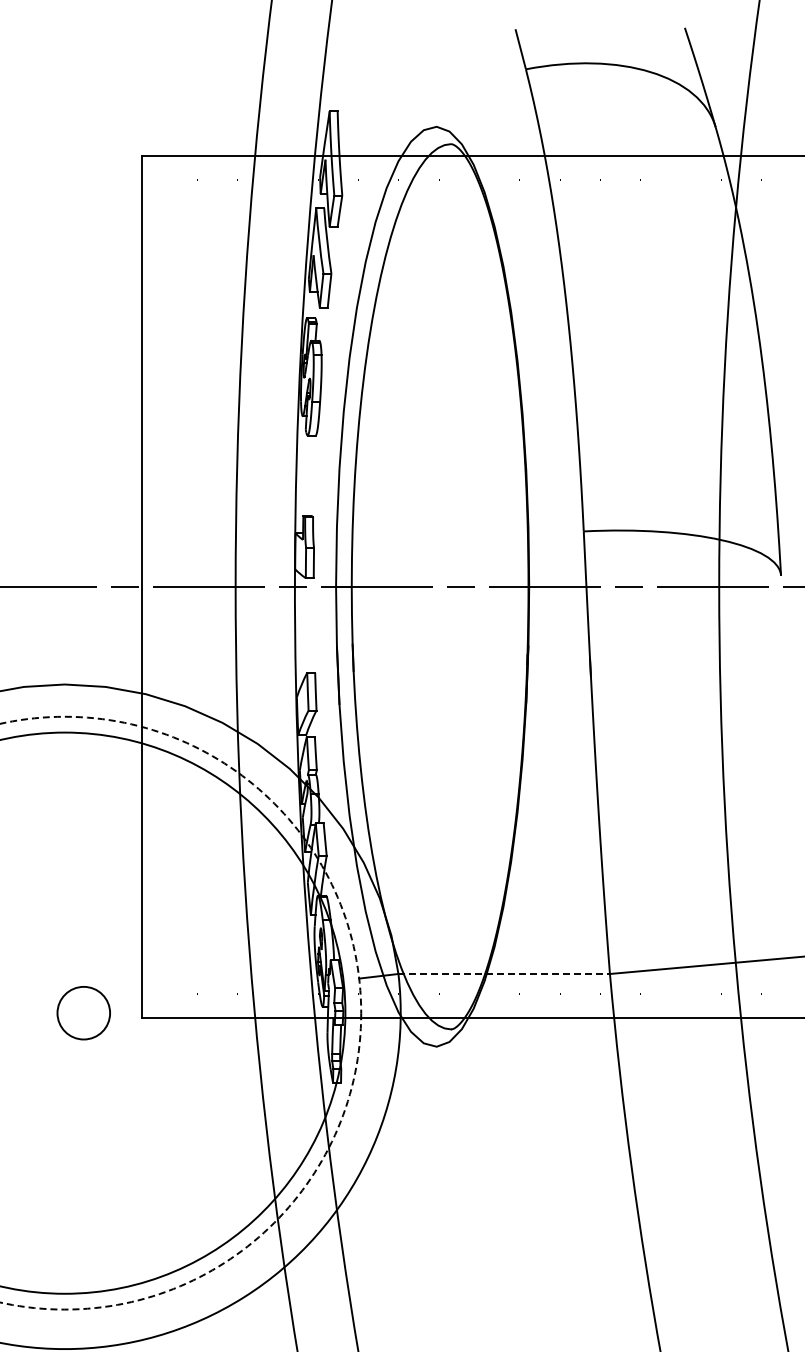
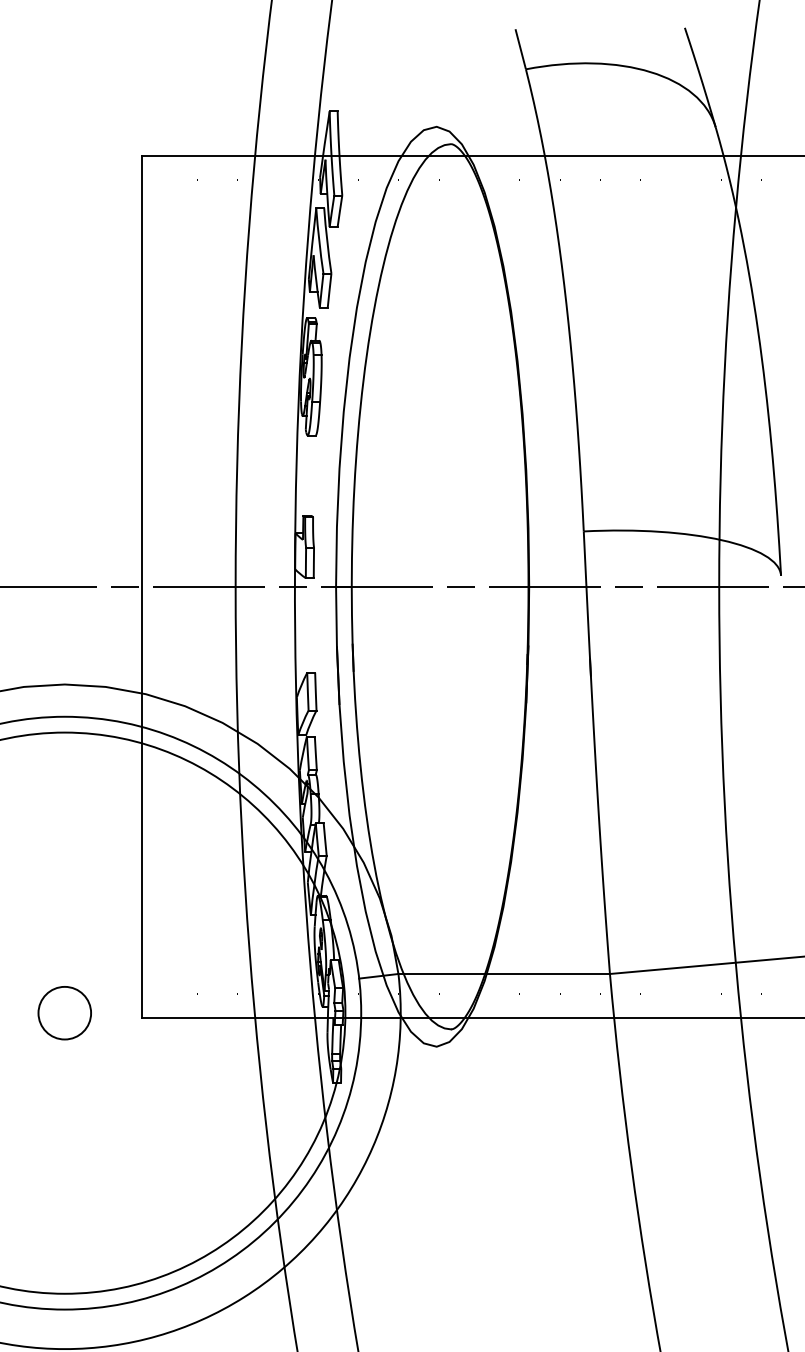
line at (504, 973): dashed -> solid
circle at (180, 1012): dashed -> solid
circle at (83, 1013) position: (83, 1013) -> (64, 1013)
